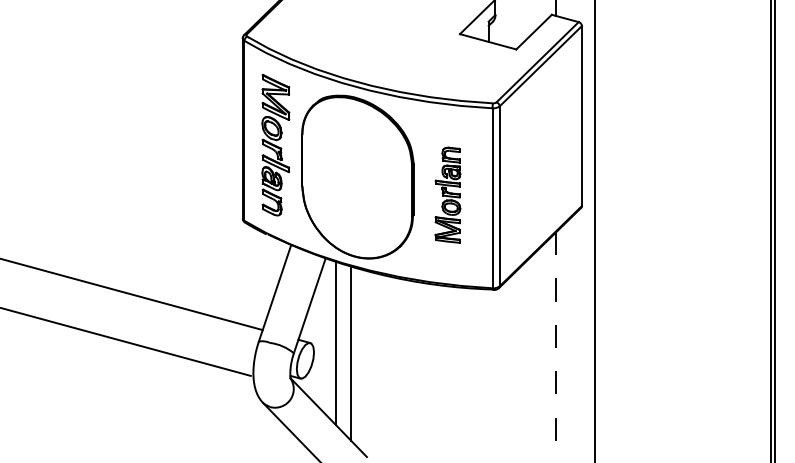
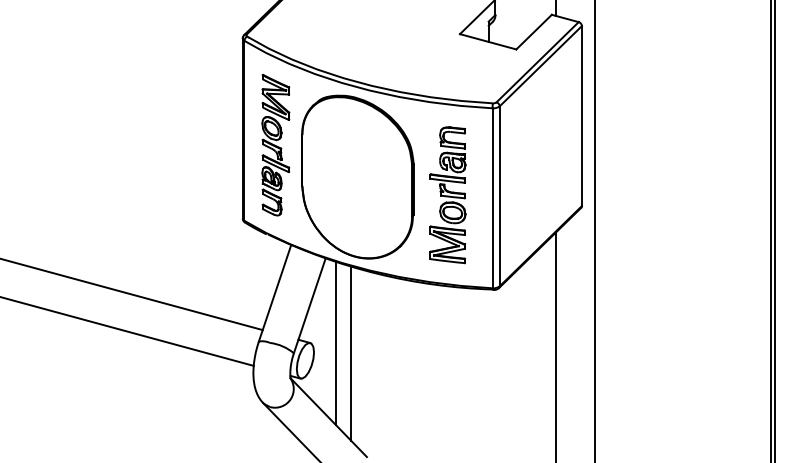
part at (447, 194) size: 28x98 px -> 38x139 px
line at (126, 341) position: (126, 341) -> (127, 331)
line at (556, 347): dashed -> solid
